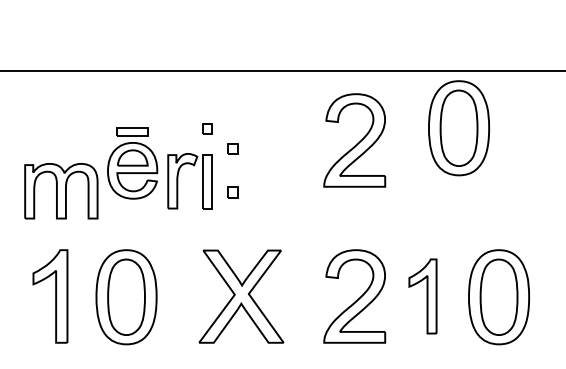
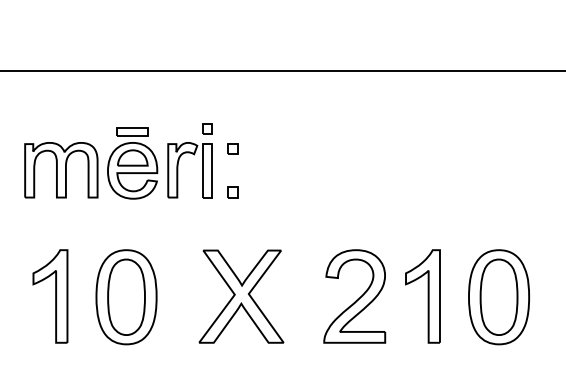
part at (458, 128): present -> none
part at (354, 140): present -> none
part at (178, 181) position: (178, 181) -> (178, 170)
part at (61, 191) position: (61, 191) -> (61, 170)
part at (422, 296) size: 30x77 px -> 36x95 px
